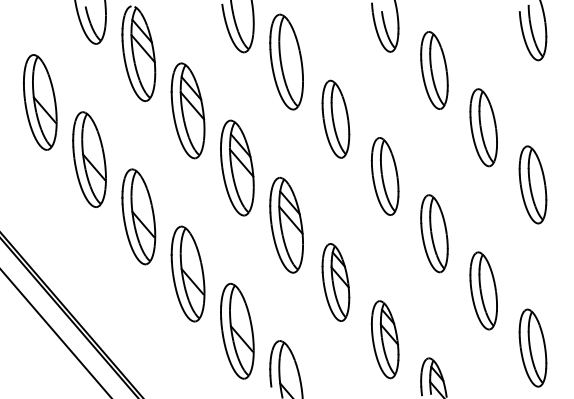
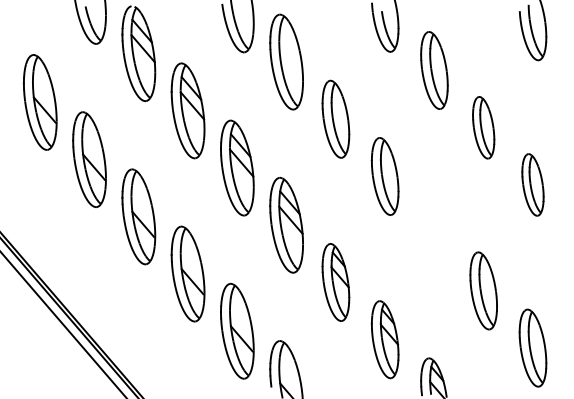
part at (483, 127) size: 29x80 px -> 24x64 px
part at (532, 184) size: 30x80 px -> 24x64 px
part at (434, 233): present -> none
line at (55, 333) position: (55, 333) -> (63, 324)
